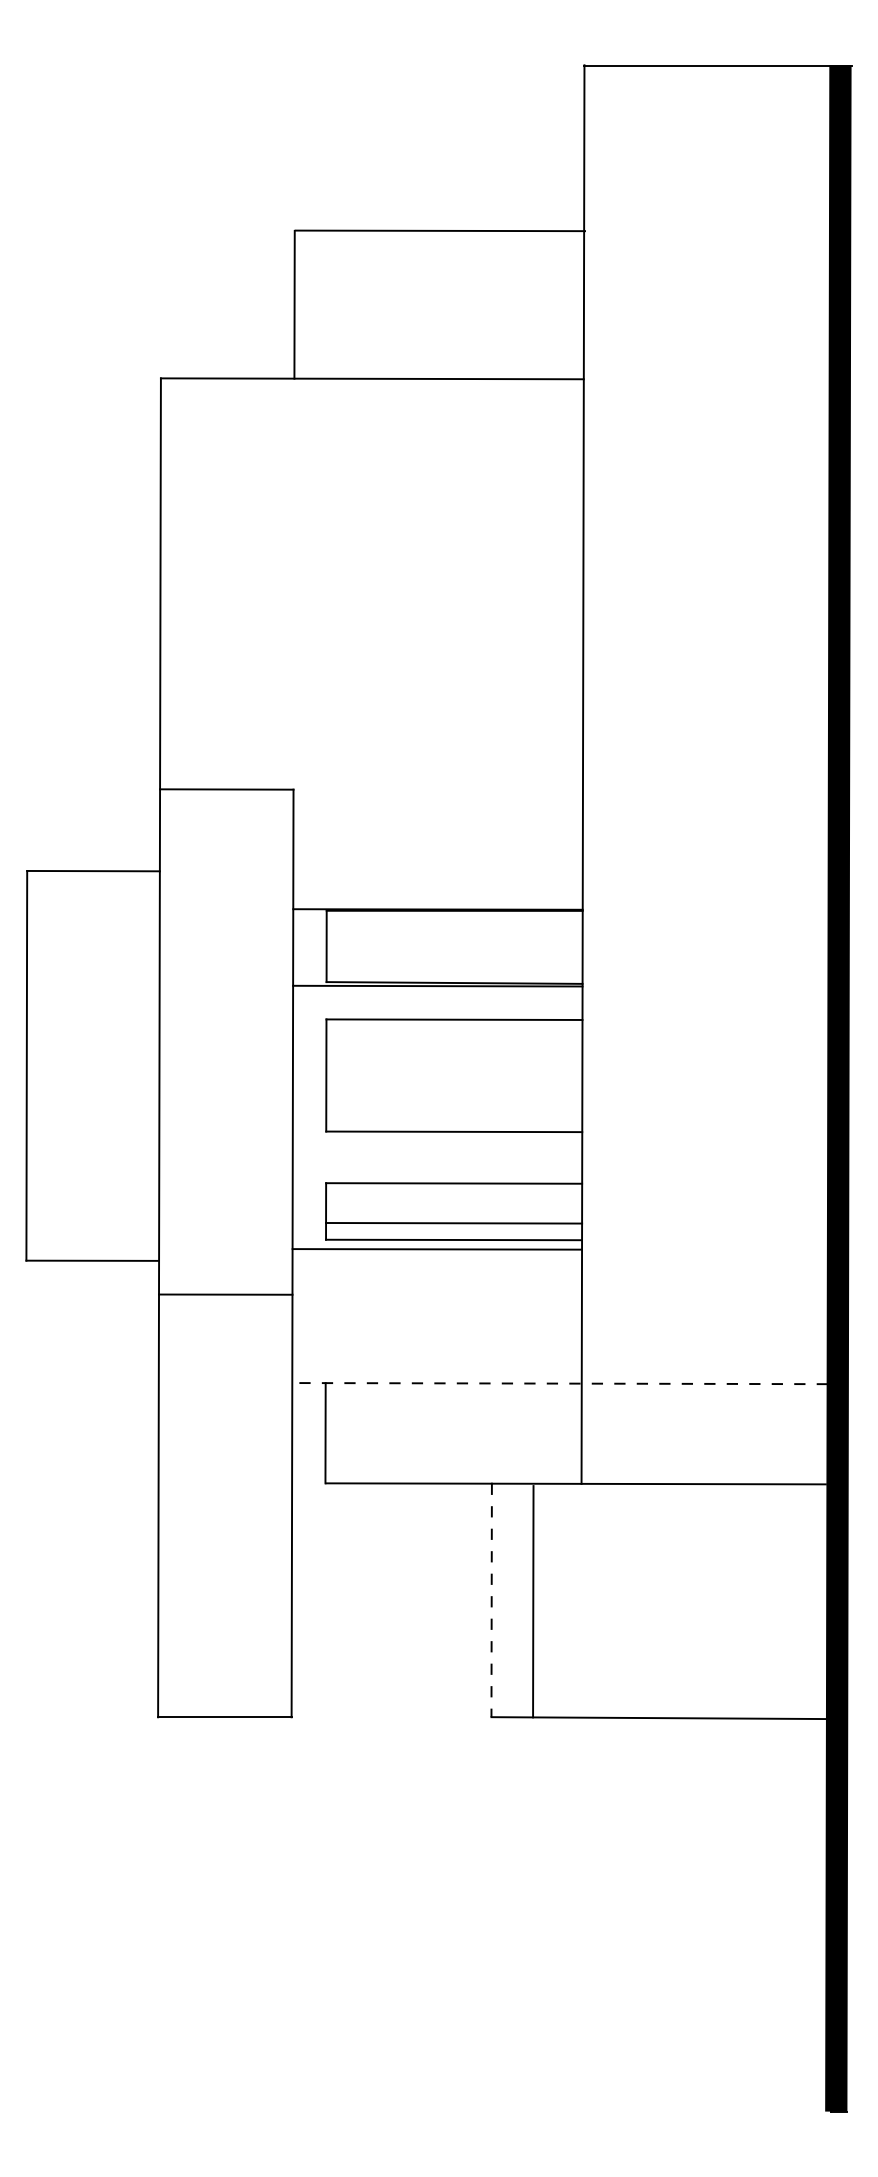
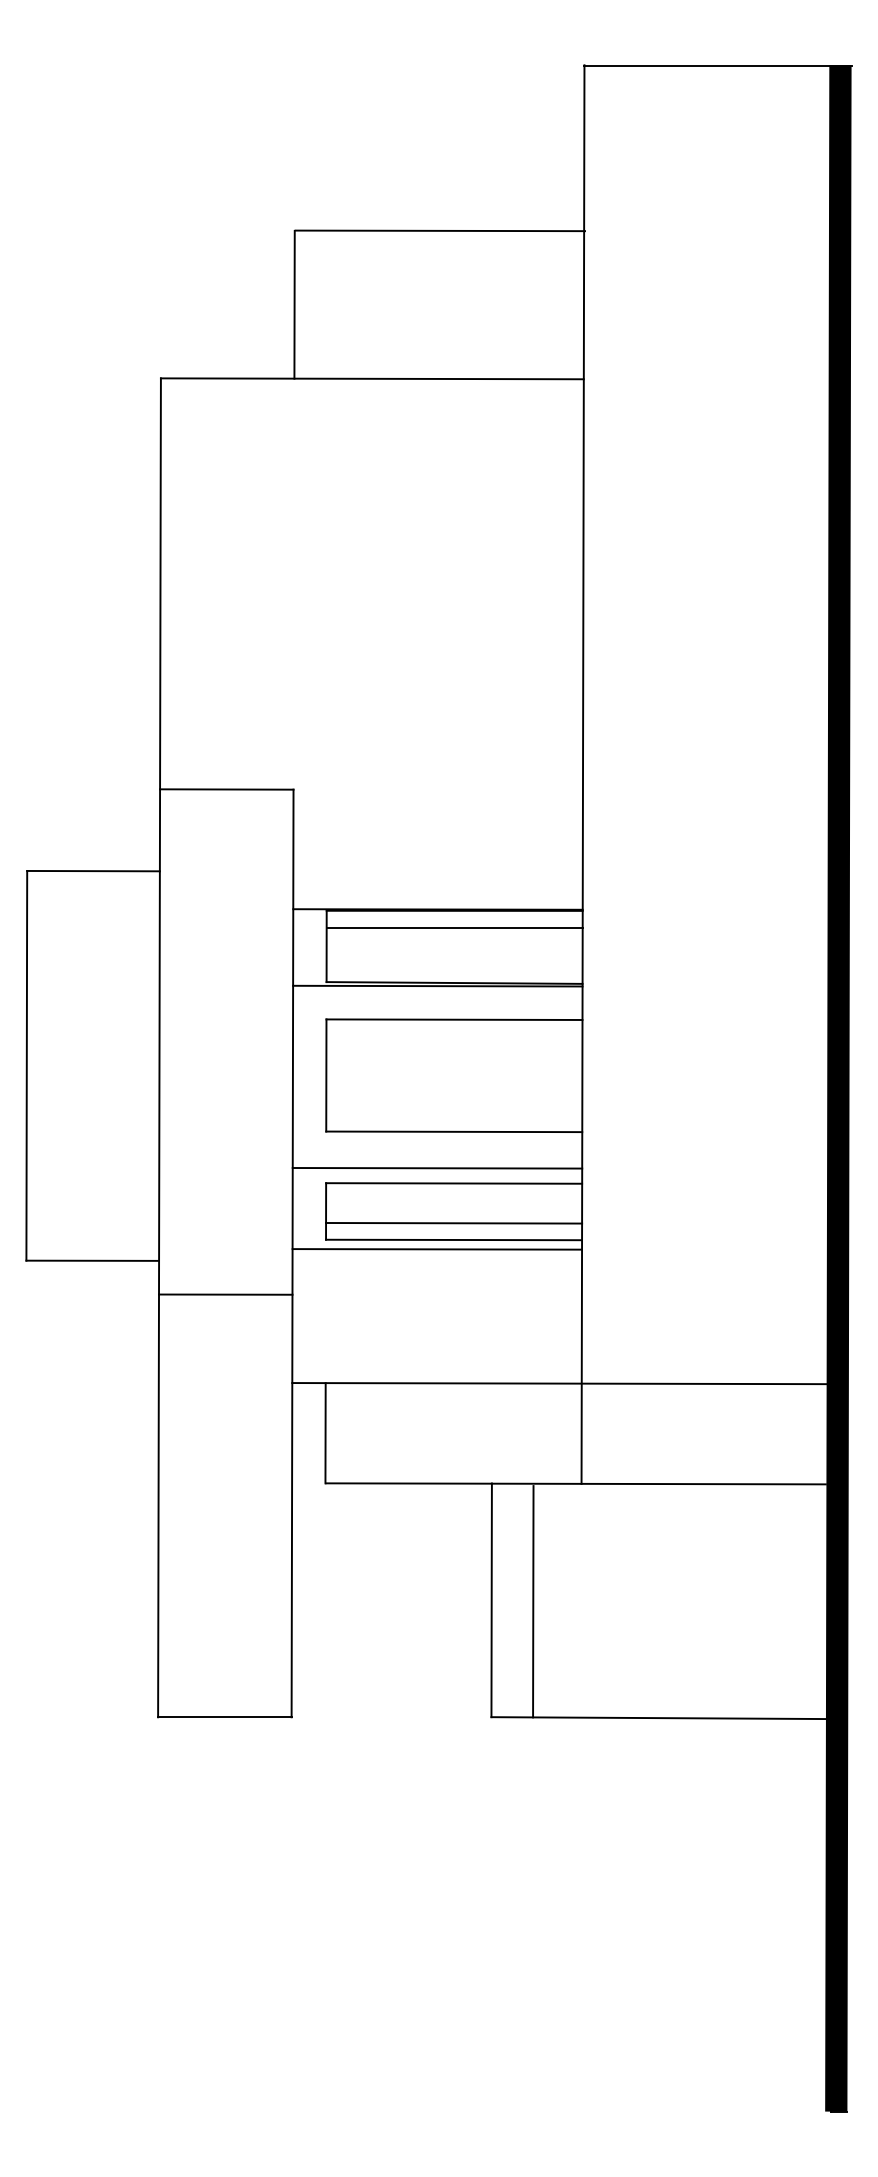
line at (454, 927): none -> present
line at (437, 1168): none -> present
line at (560, 1383): dashed -> solid
line at (491, 1600): dashed -> solid
